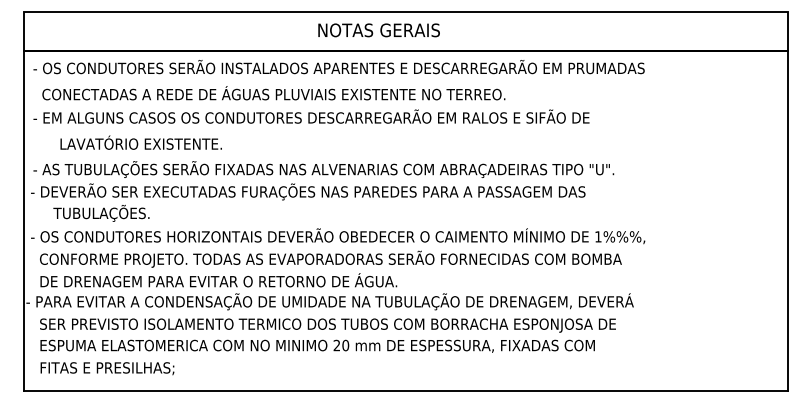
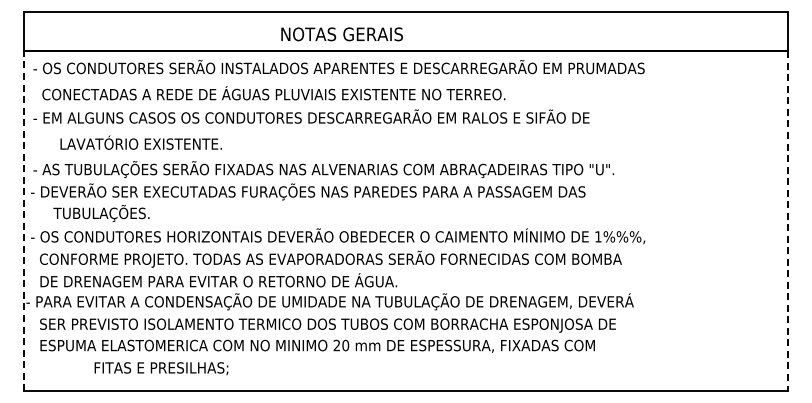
text at (378, 30) position: (378, 30) -> (341, 34)
line at (24, 221): solid -> dashed
line at (787, 221): solid -> dashed
text at (107, 368) position: (107, 368) -> (161, 368)
